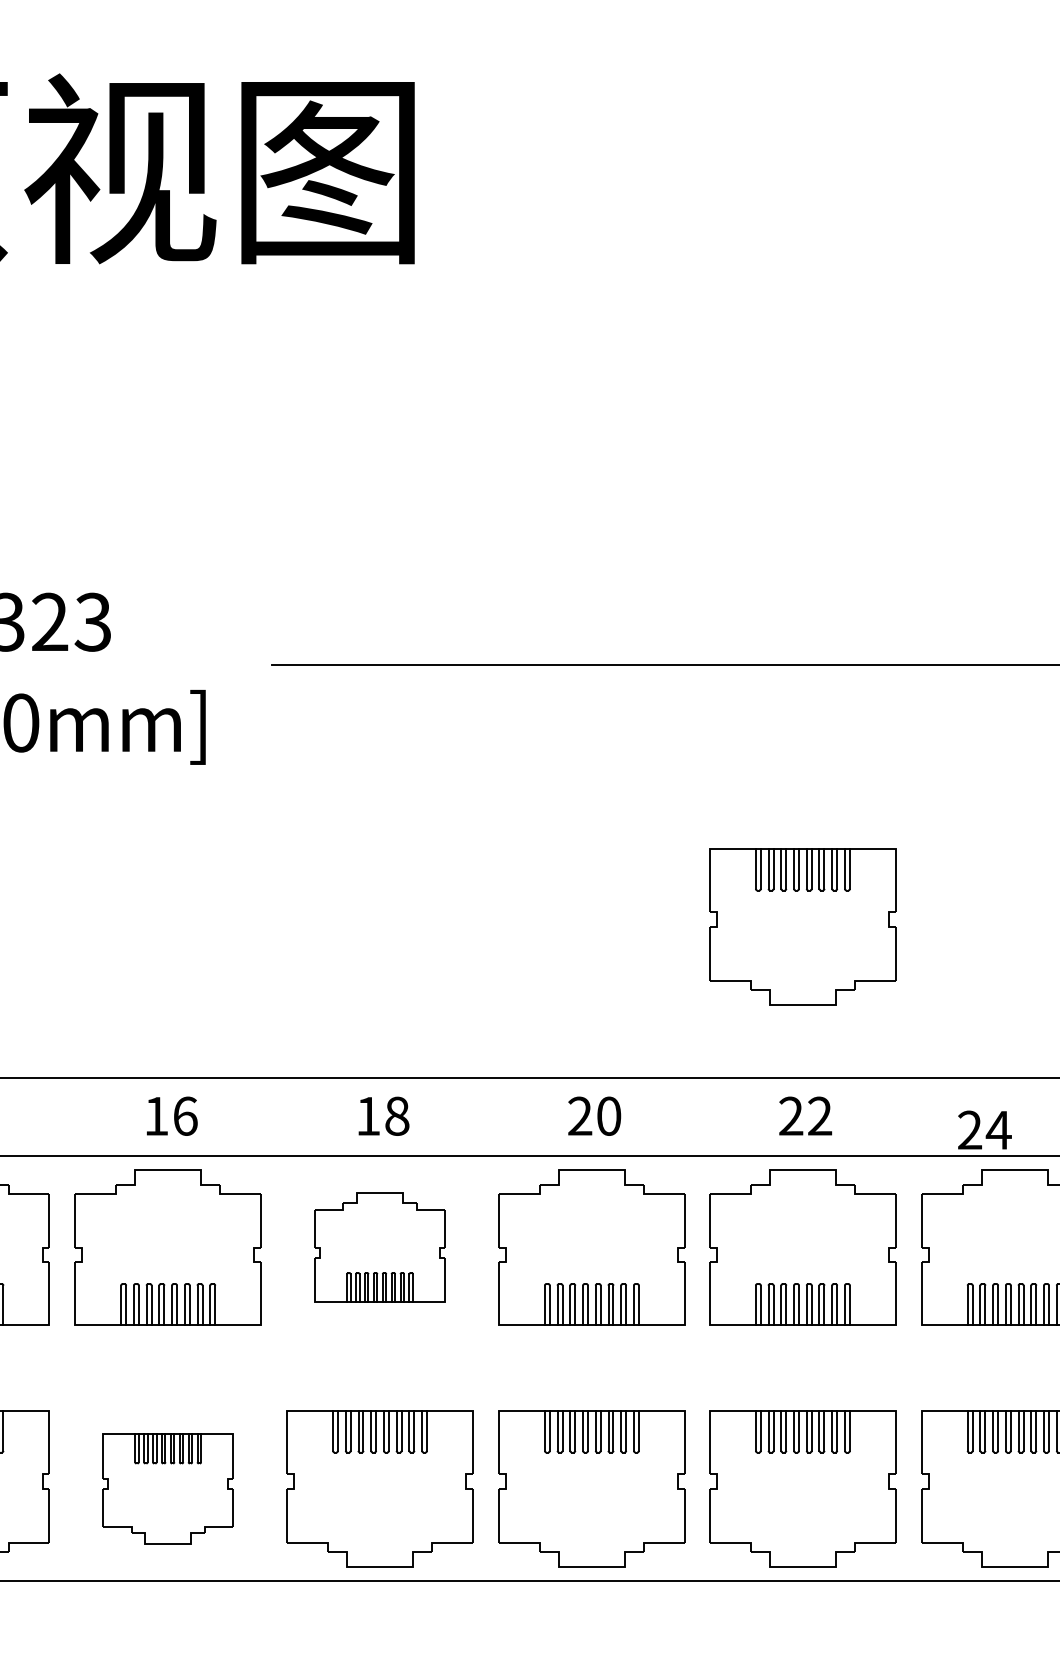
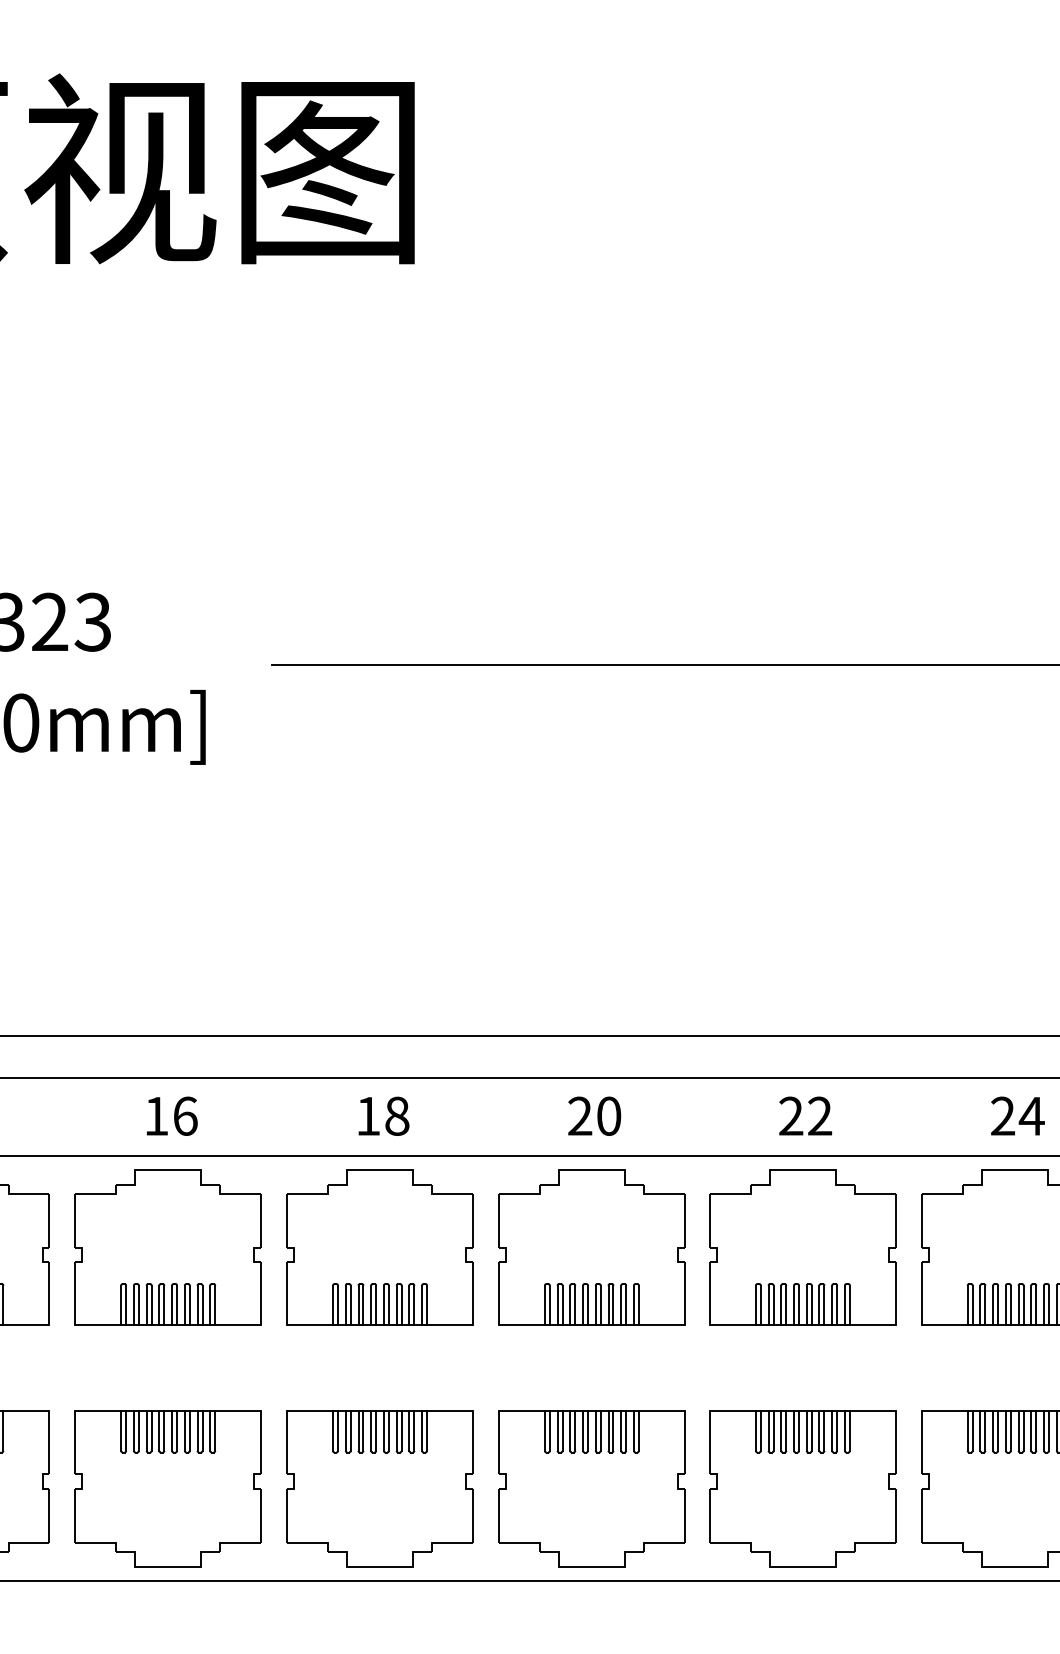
part at (802, 926): present -> none
line at (529, 1035): none -> present
text at (984, 1129) position: (984, 1129) -> (1017, 1115)
part at (379, 1247) size: 132x111 px -> 188x157 px
part at (167, 1488) size: 132x112 px -> 188x158 px
